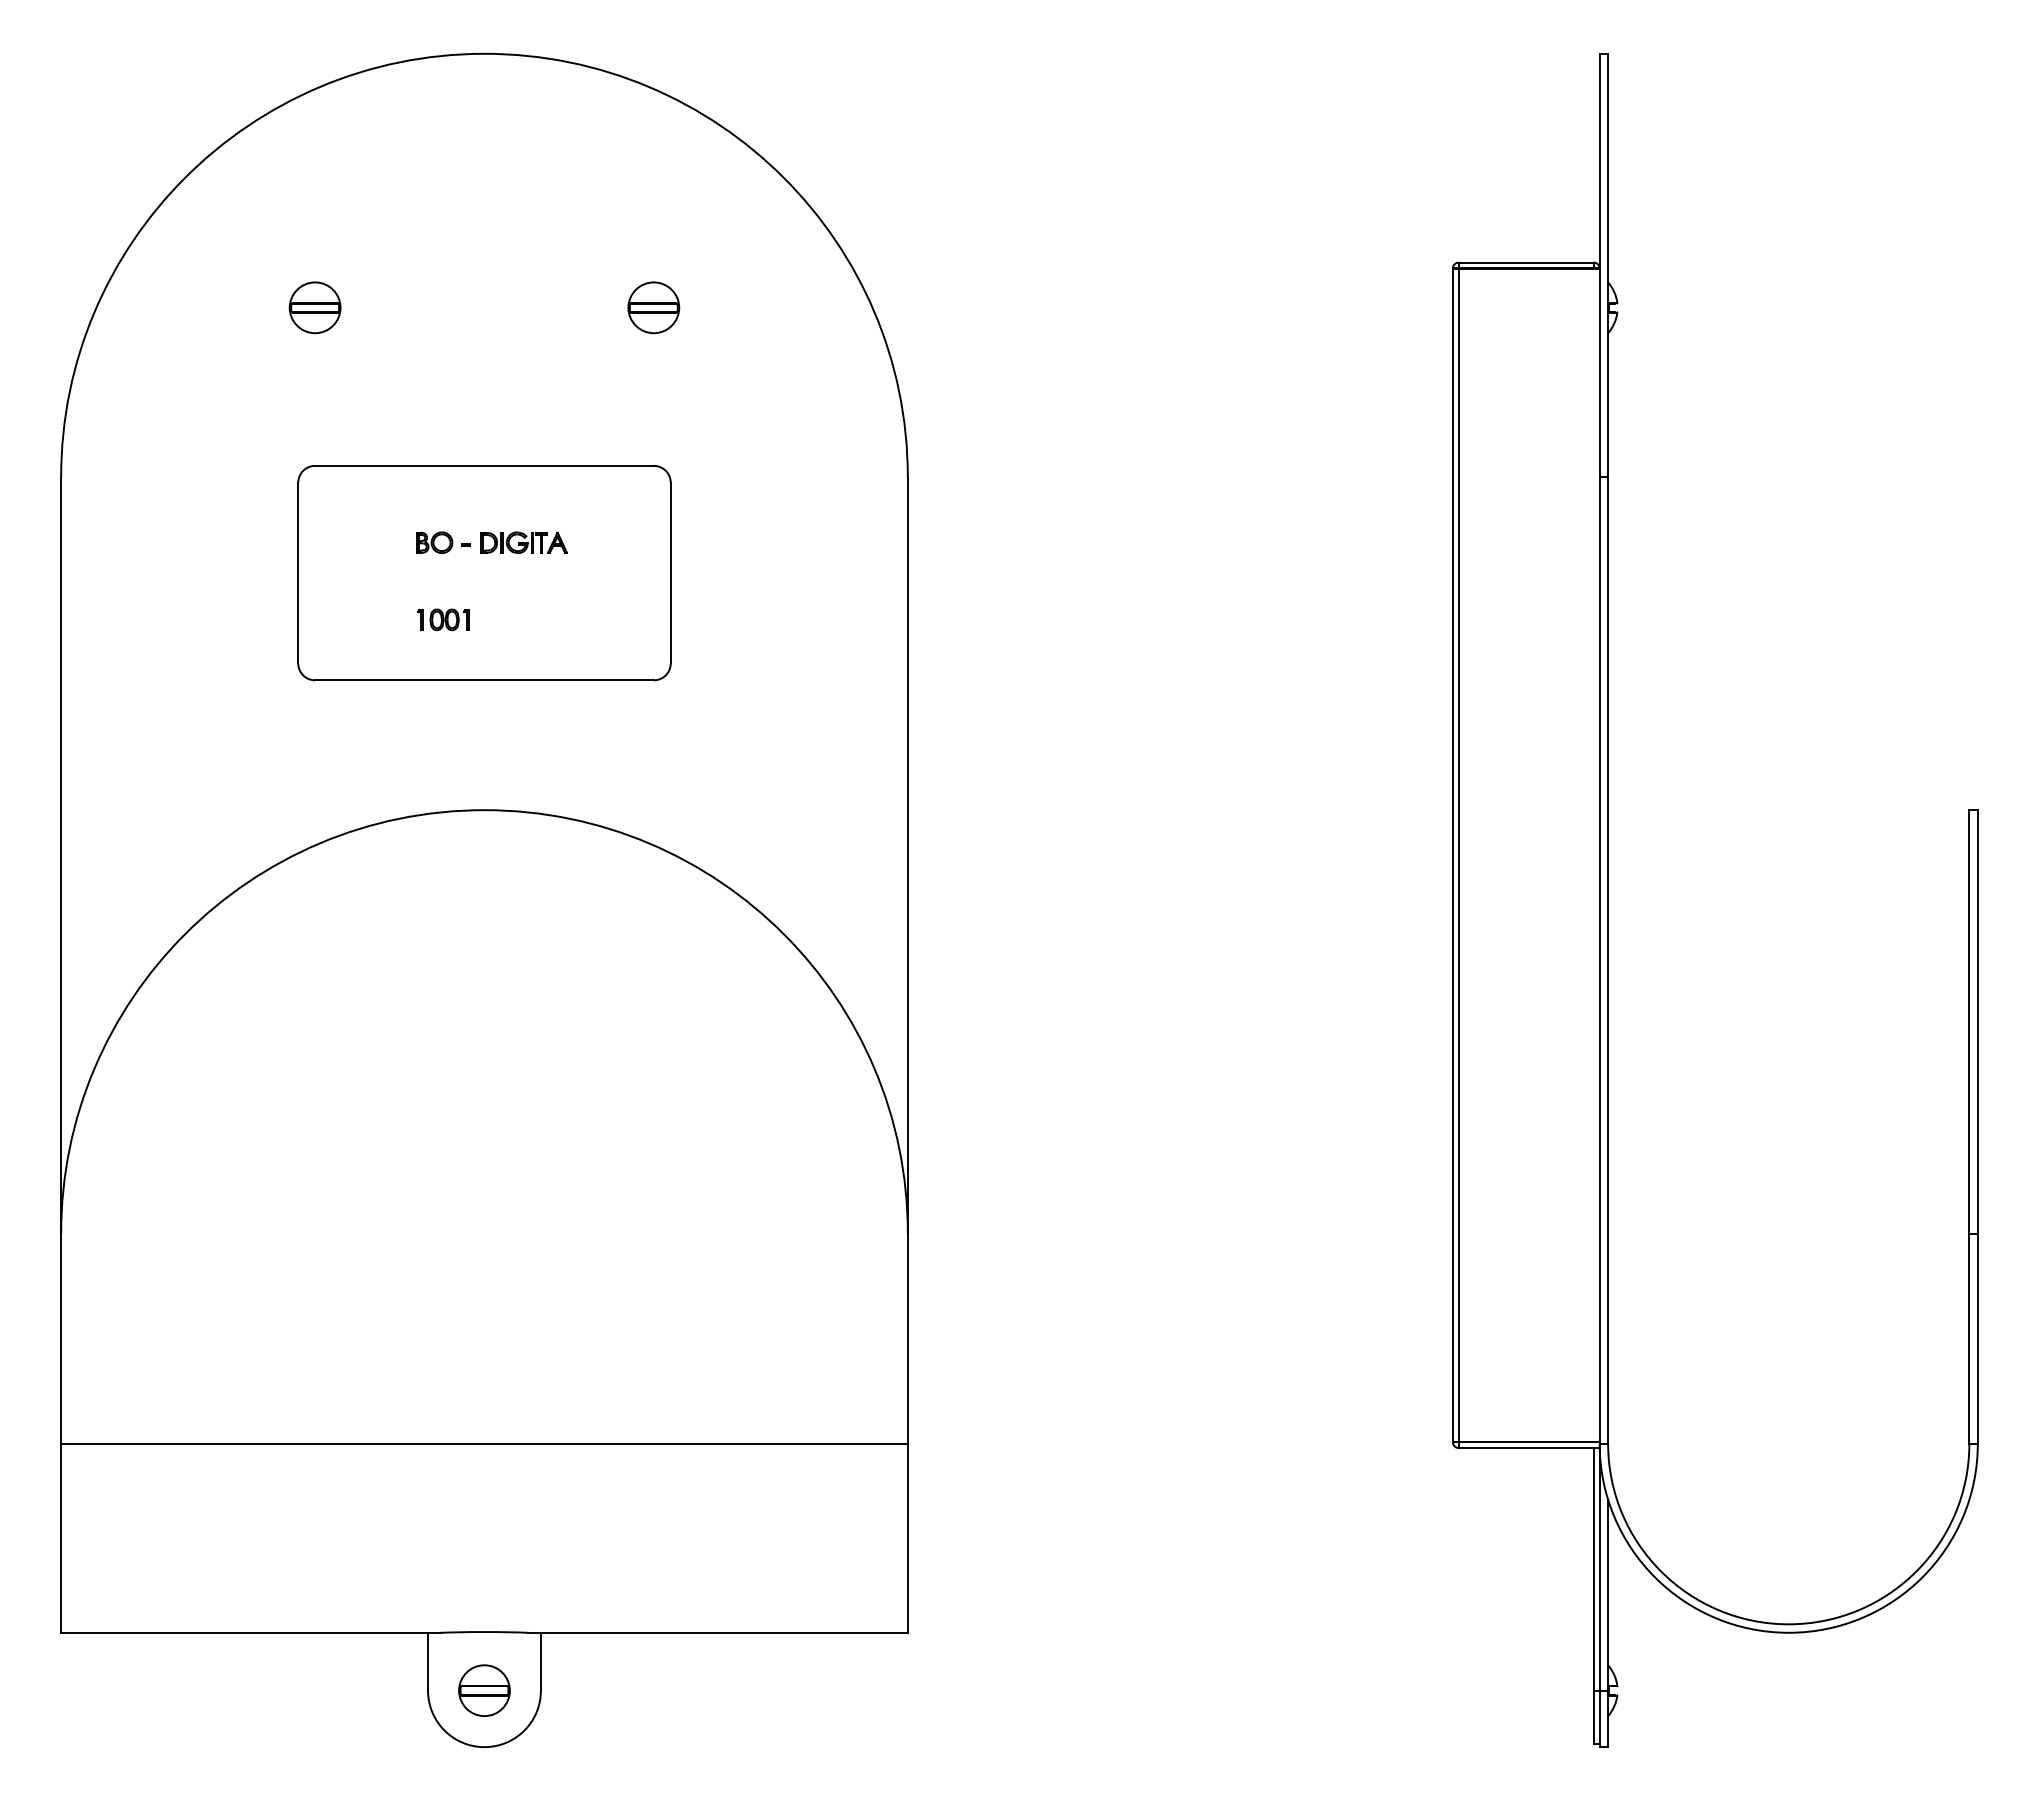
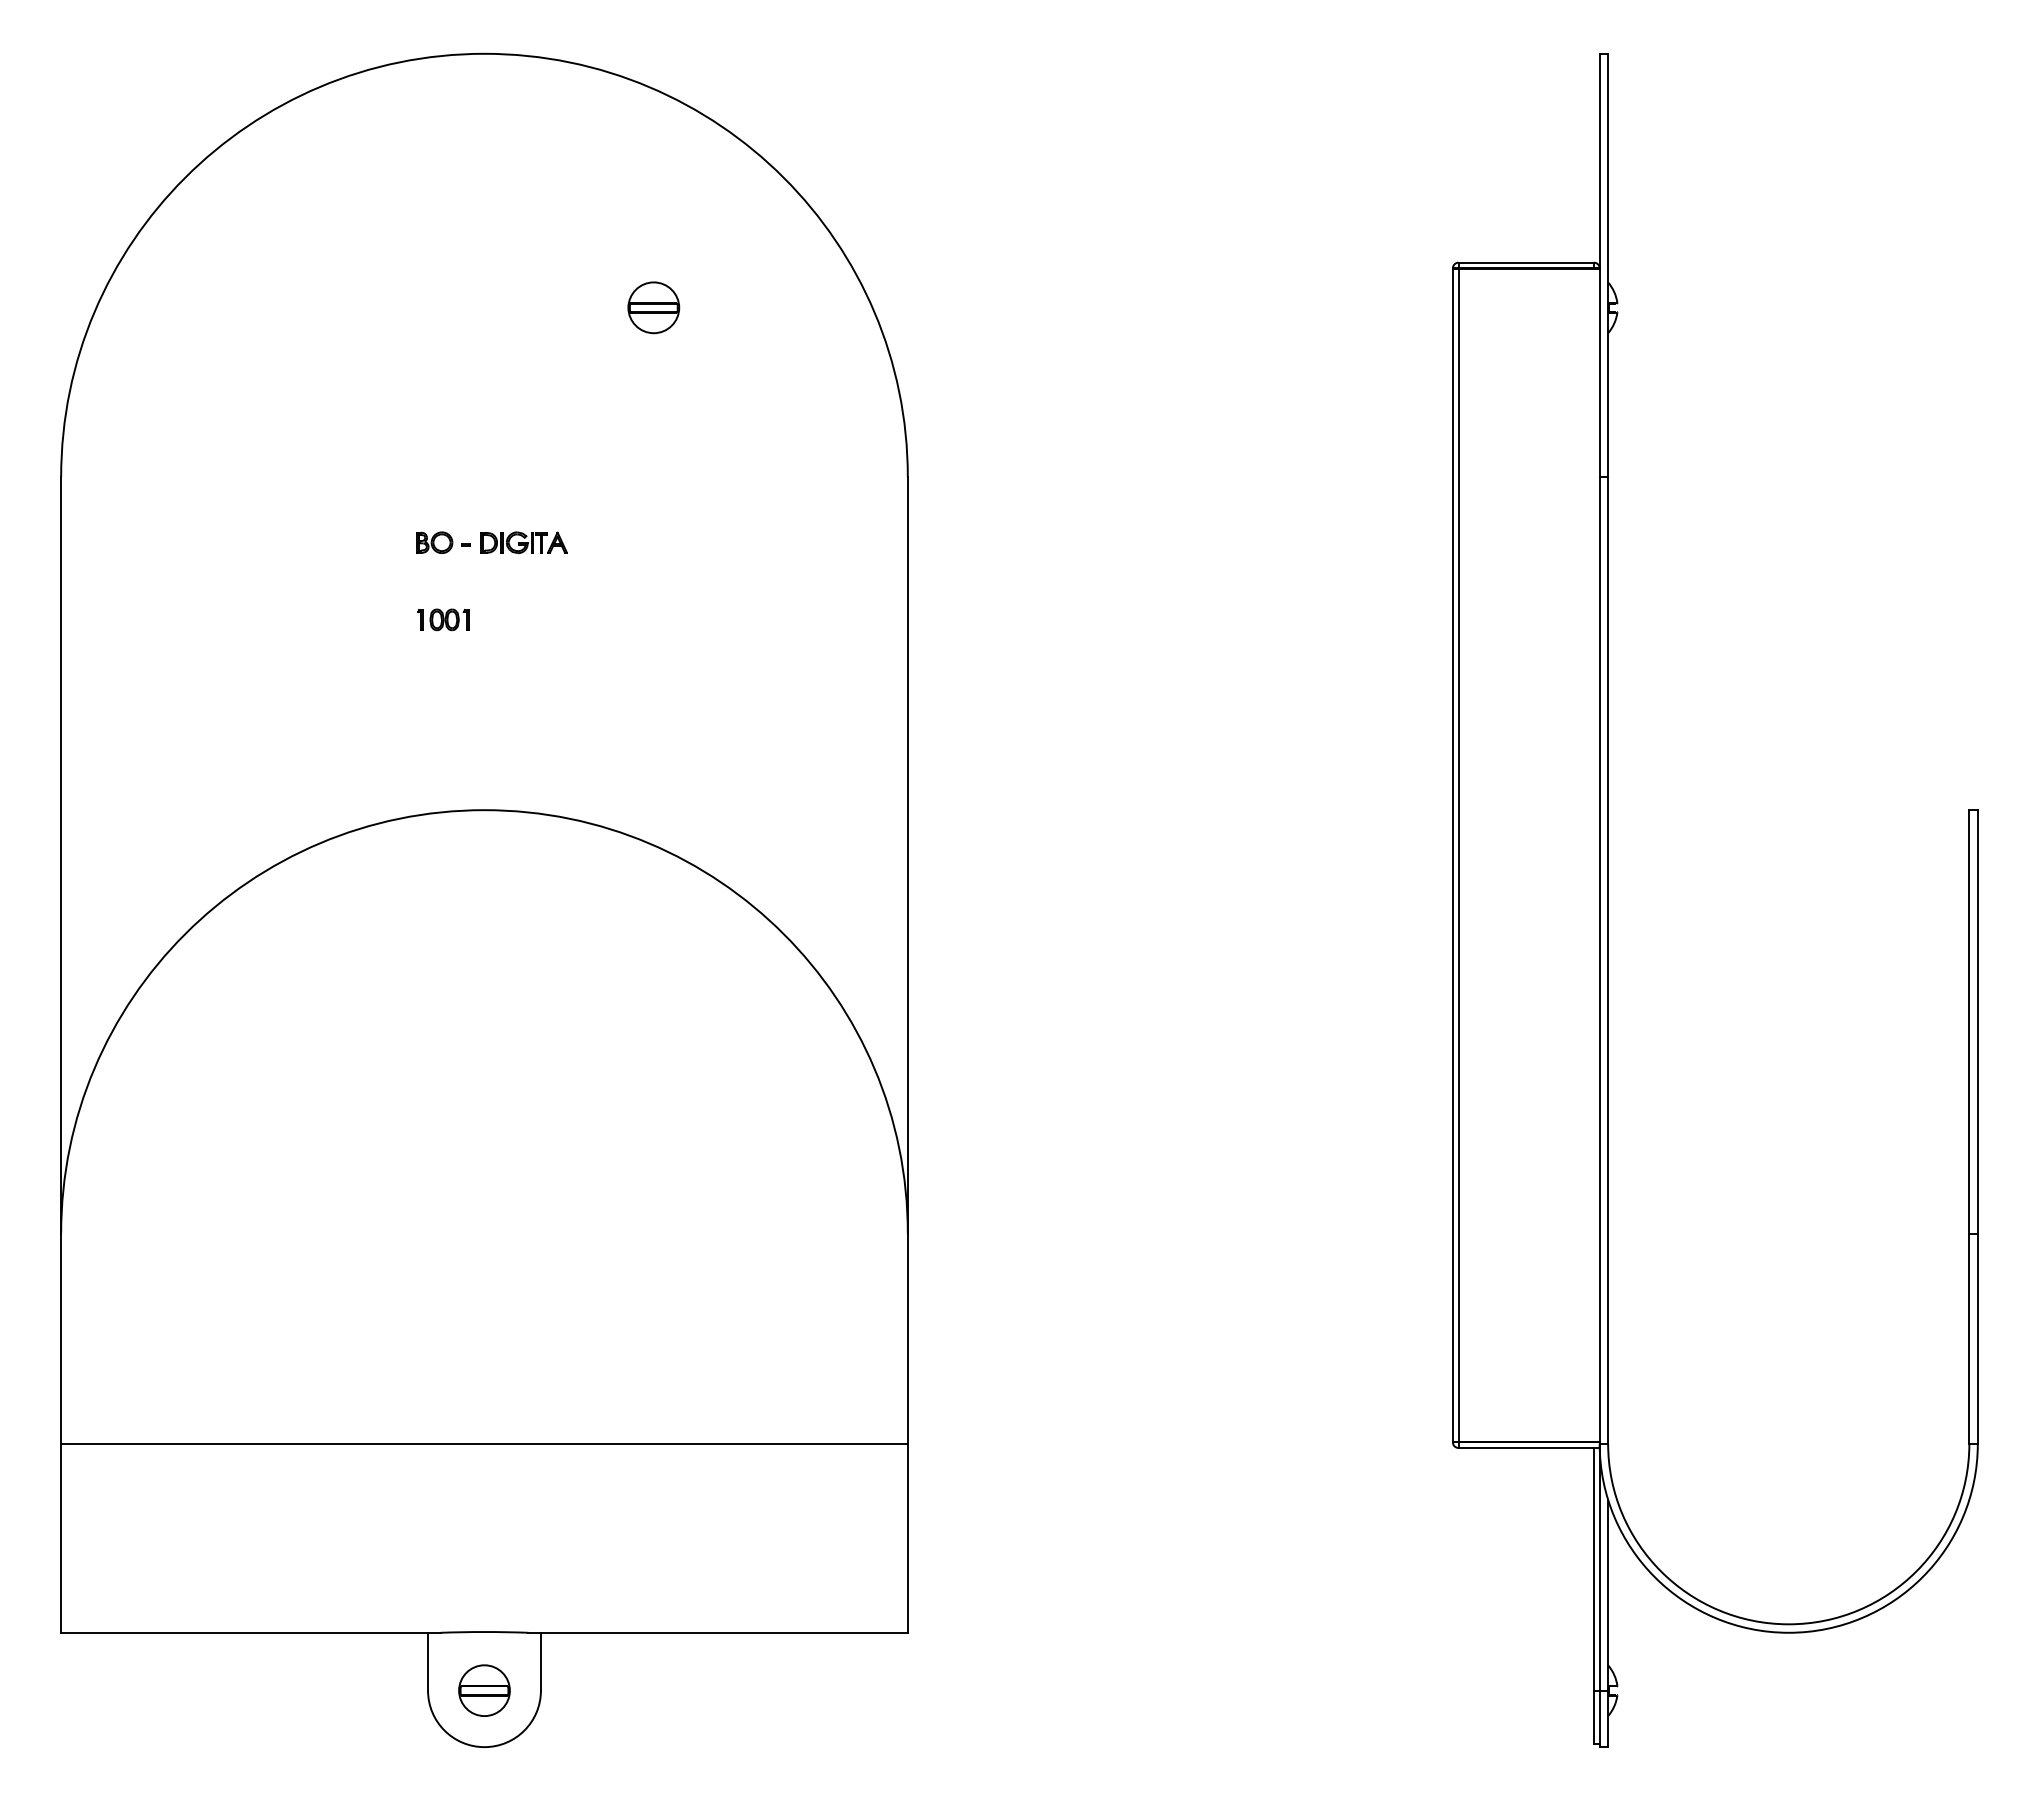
part at (314, 307): present -> none
part at (484, 573): present -> none
